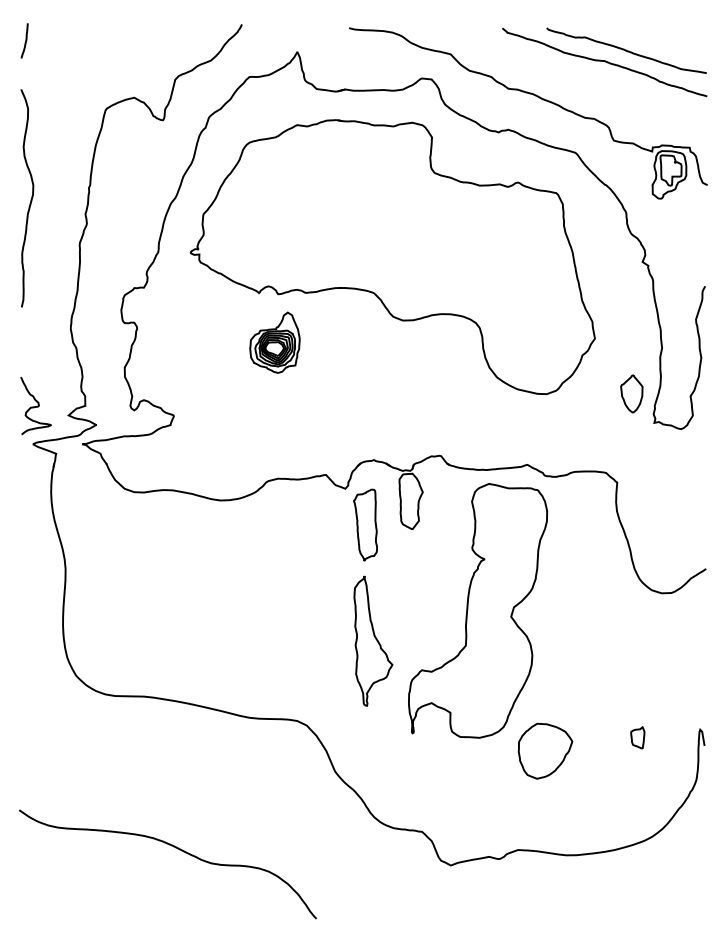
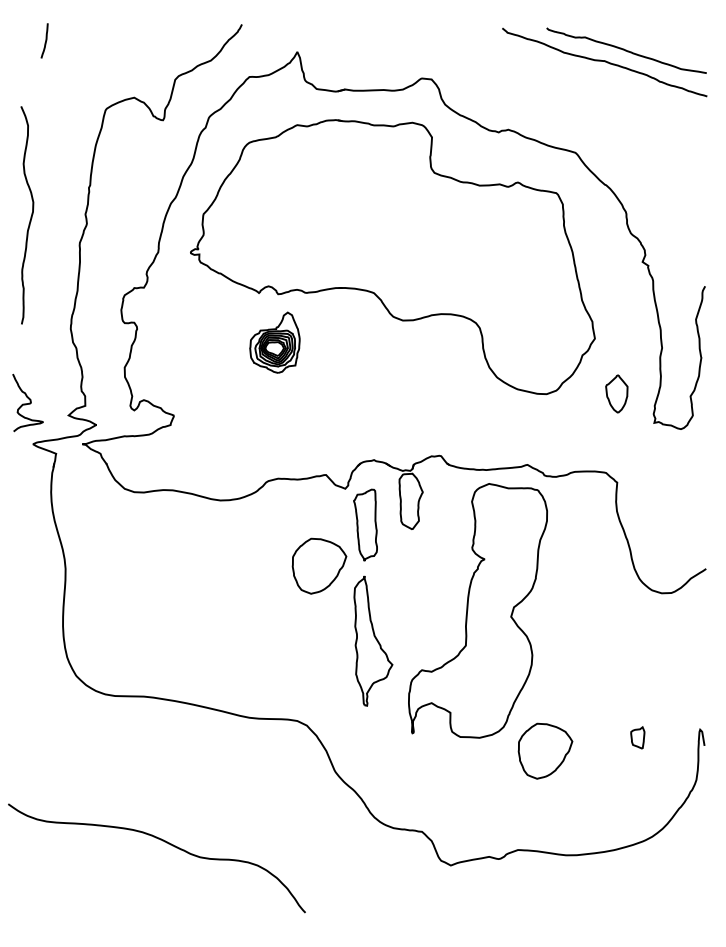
curve at (25, 40) position: (25, 40) -> (45, 40)
part at (537, 97): present -> none
curve at (30, 199) position: (30, 199) -> (30, 216)
part at (631, 393) position: (631, 393) -> (616, 393)
curve at (35, 406) position: (35, 406) -> (27, 403)
part at (319, 565): none -> present
curve at (175, 848) position: (175, 848) -> (164, 842)
